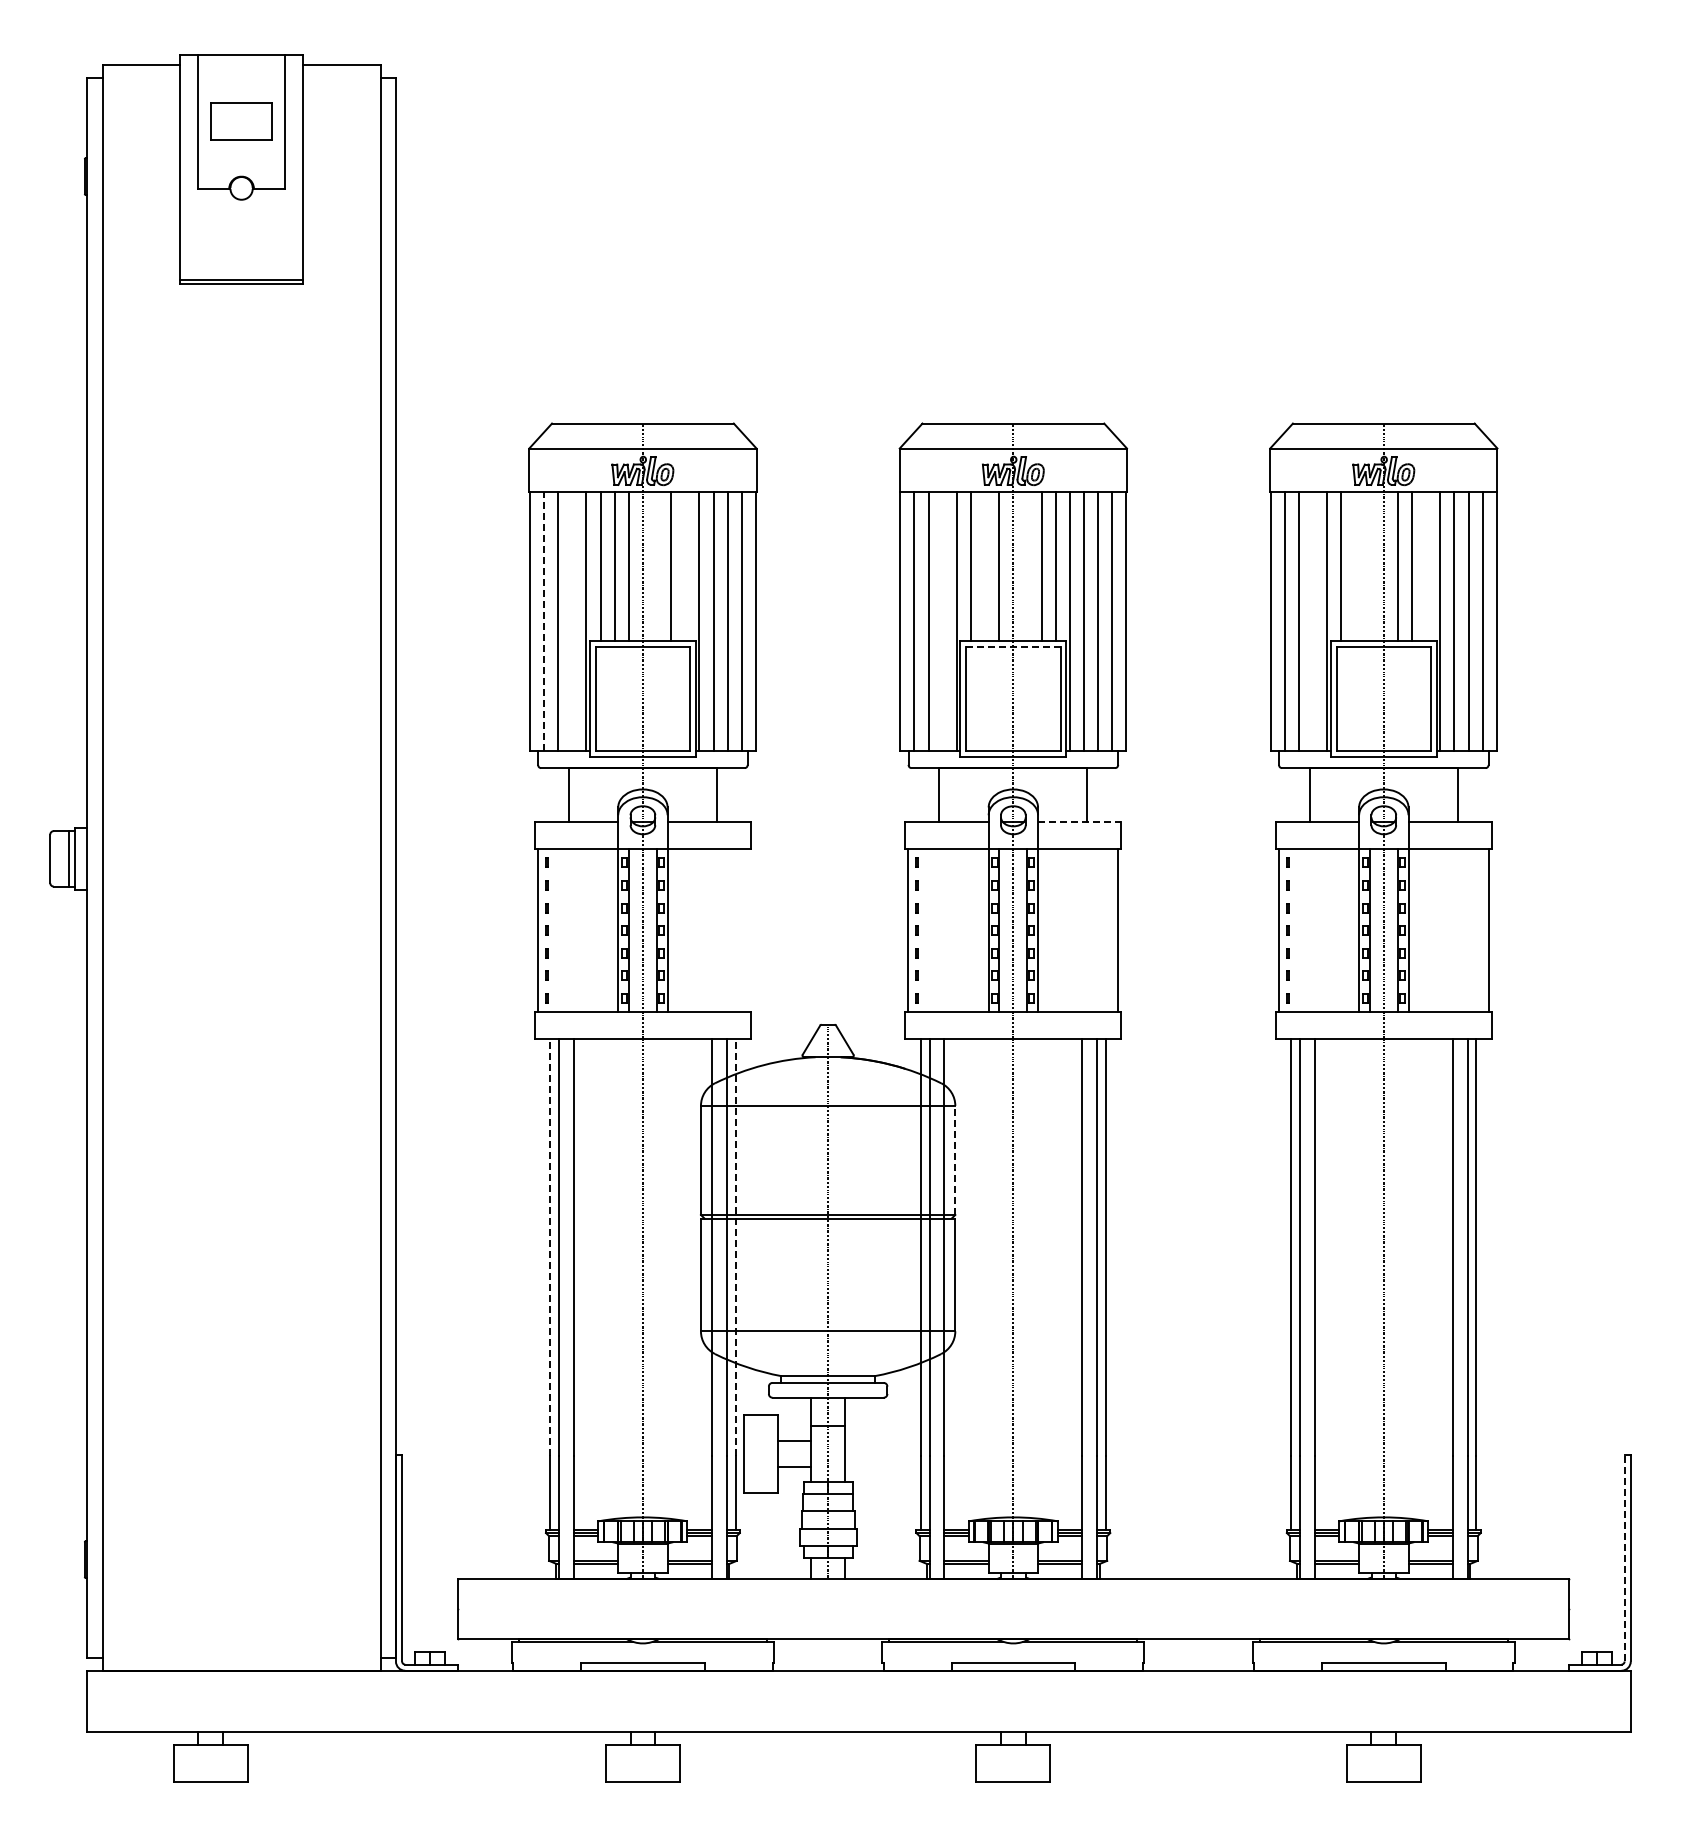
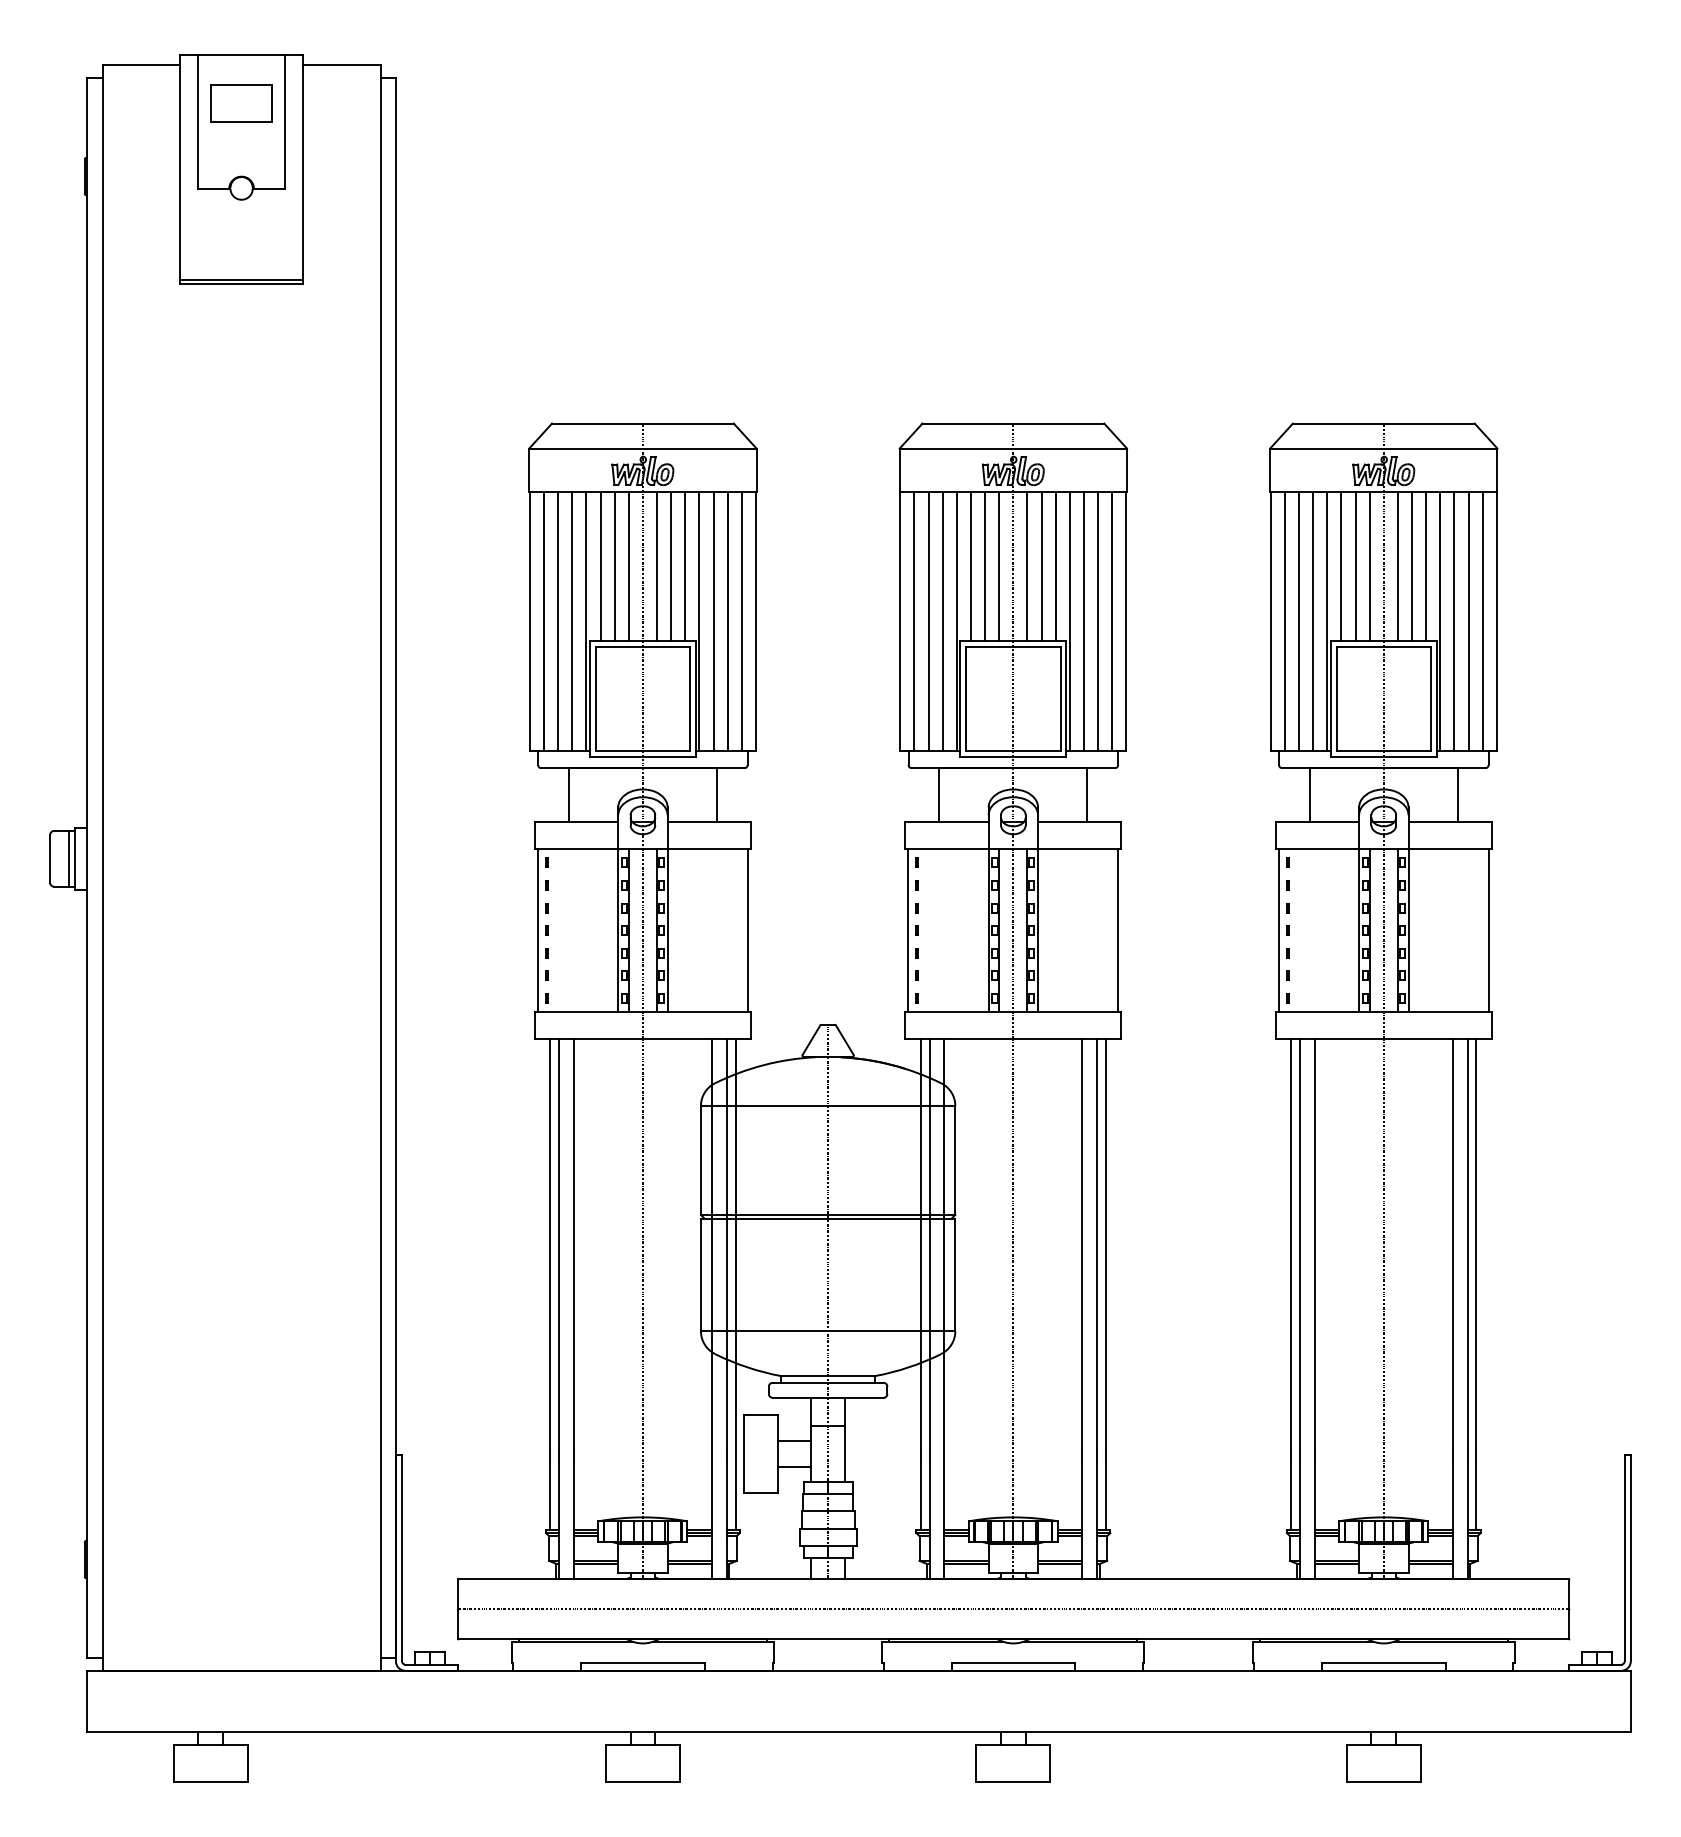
part at (241, 121) position: (241, 121) -> (241, 103)
line at (657, 566): none -> present
line at (685, 566): none -> present
line at (985, 566): none -> present
line at (1027, 566): none -> present
line at (1355, 566): none -> present
line at (1369, 566): none -> present
line at (1426, 566): none -> present
line at (544, 621): dashed -> solid
line at (572, 621): none -> present
line at (942, 621): none -> present
line at (1313, 621): none -> present
line at (1012, 647): dashed -> solid
line at (1079, 822): dashed -> solid
line at (747, 930): none -> present
line at (955, 1160): dashed -> solid
line at (550, 1246): dashed -> solid
line at (735, 1246): dashed -> solid
line at (1624, 1557): dashed -> solid
line at (1013, 1609): none -> present
